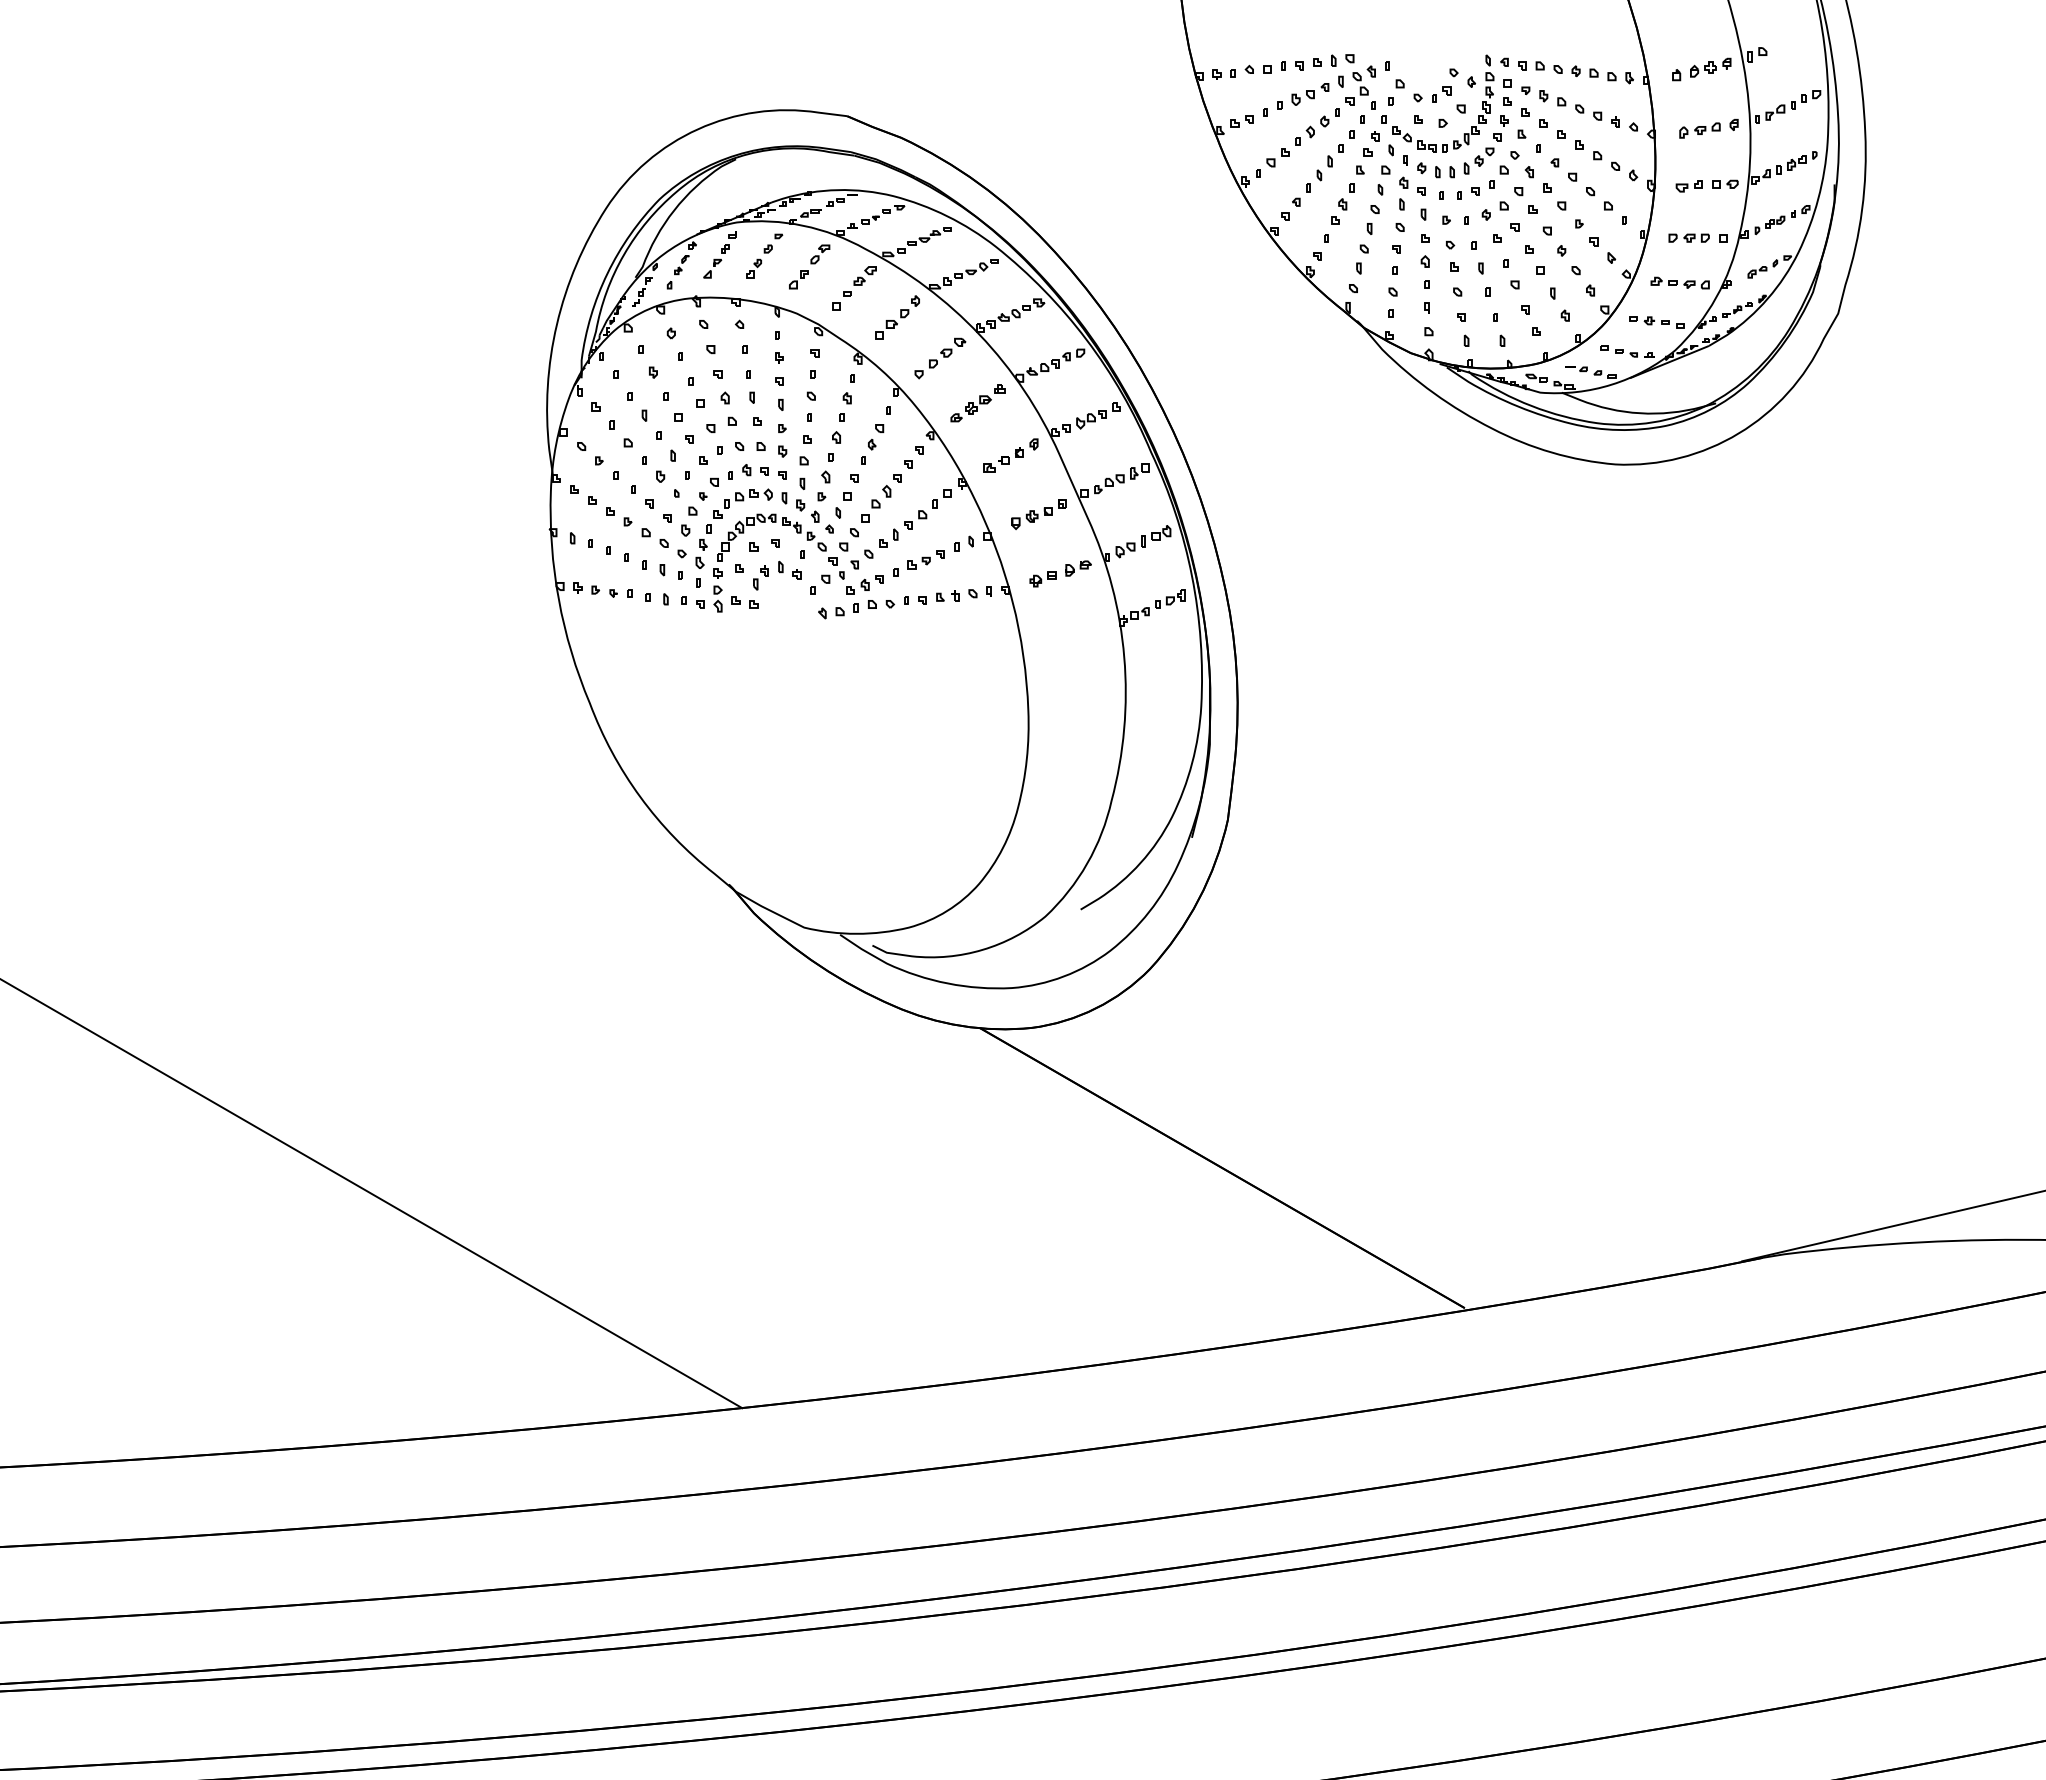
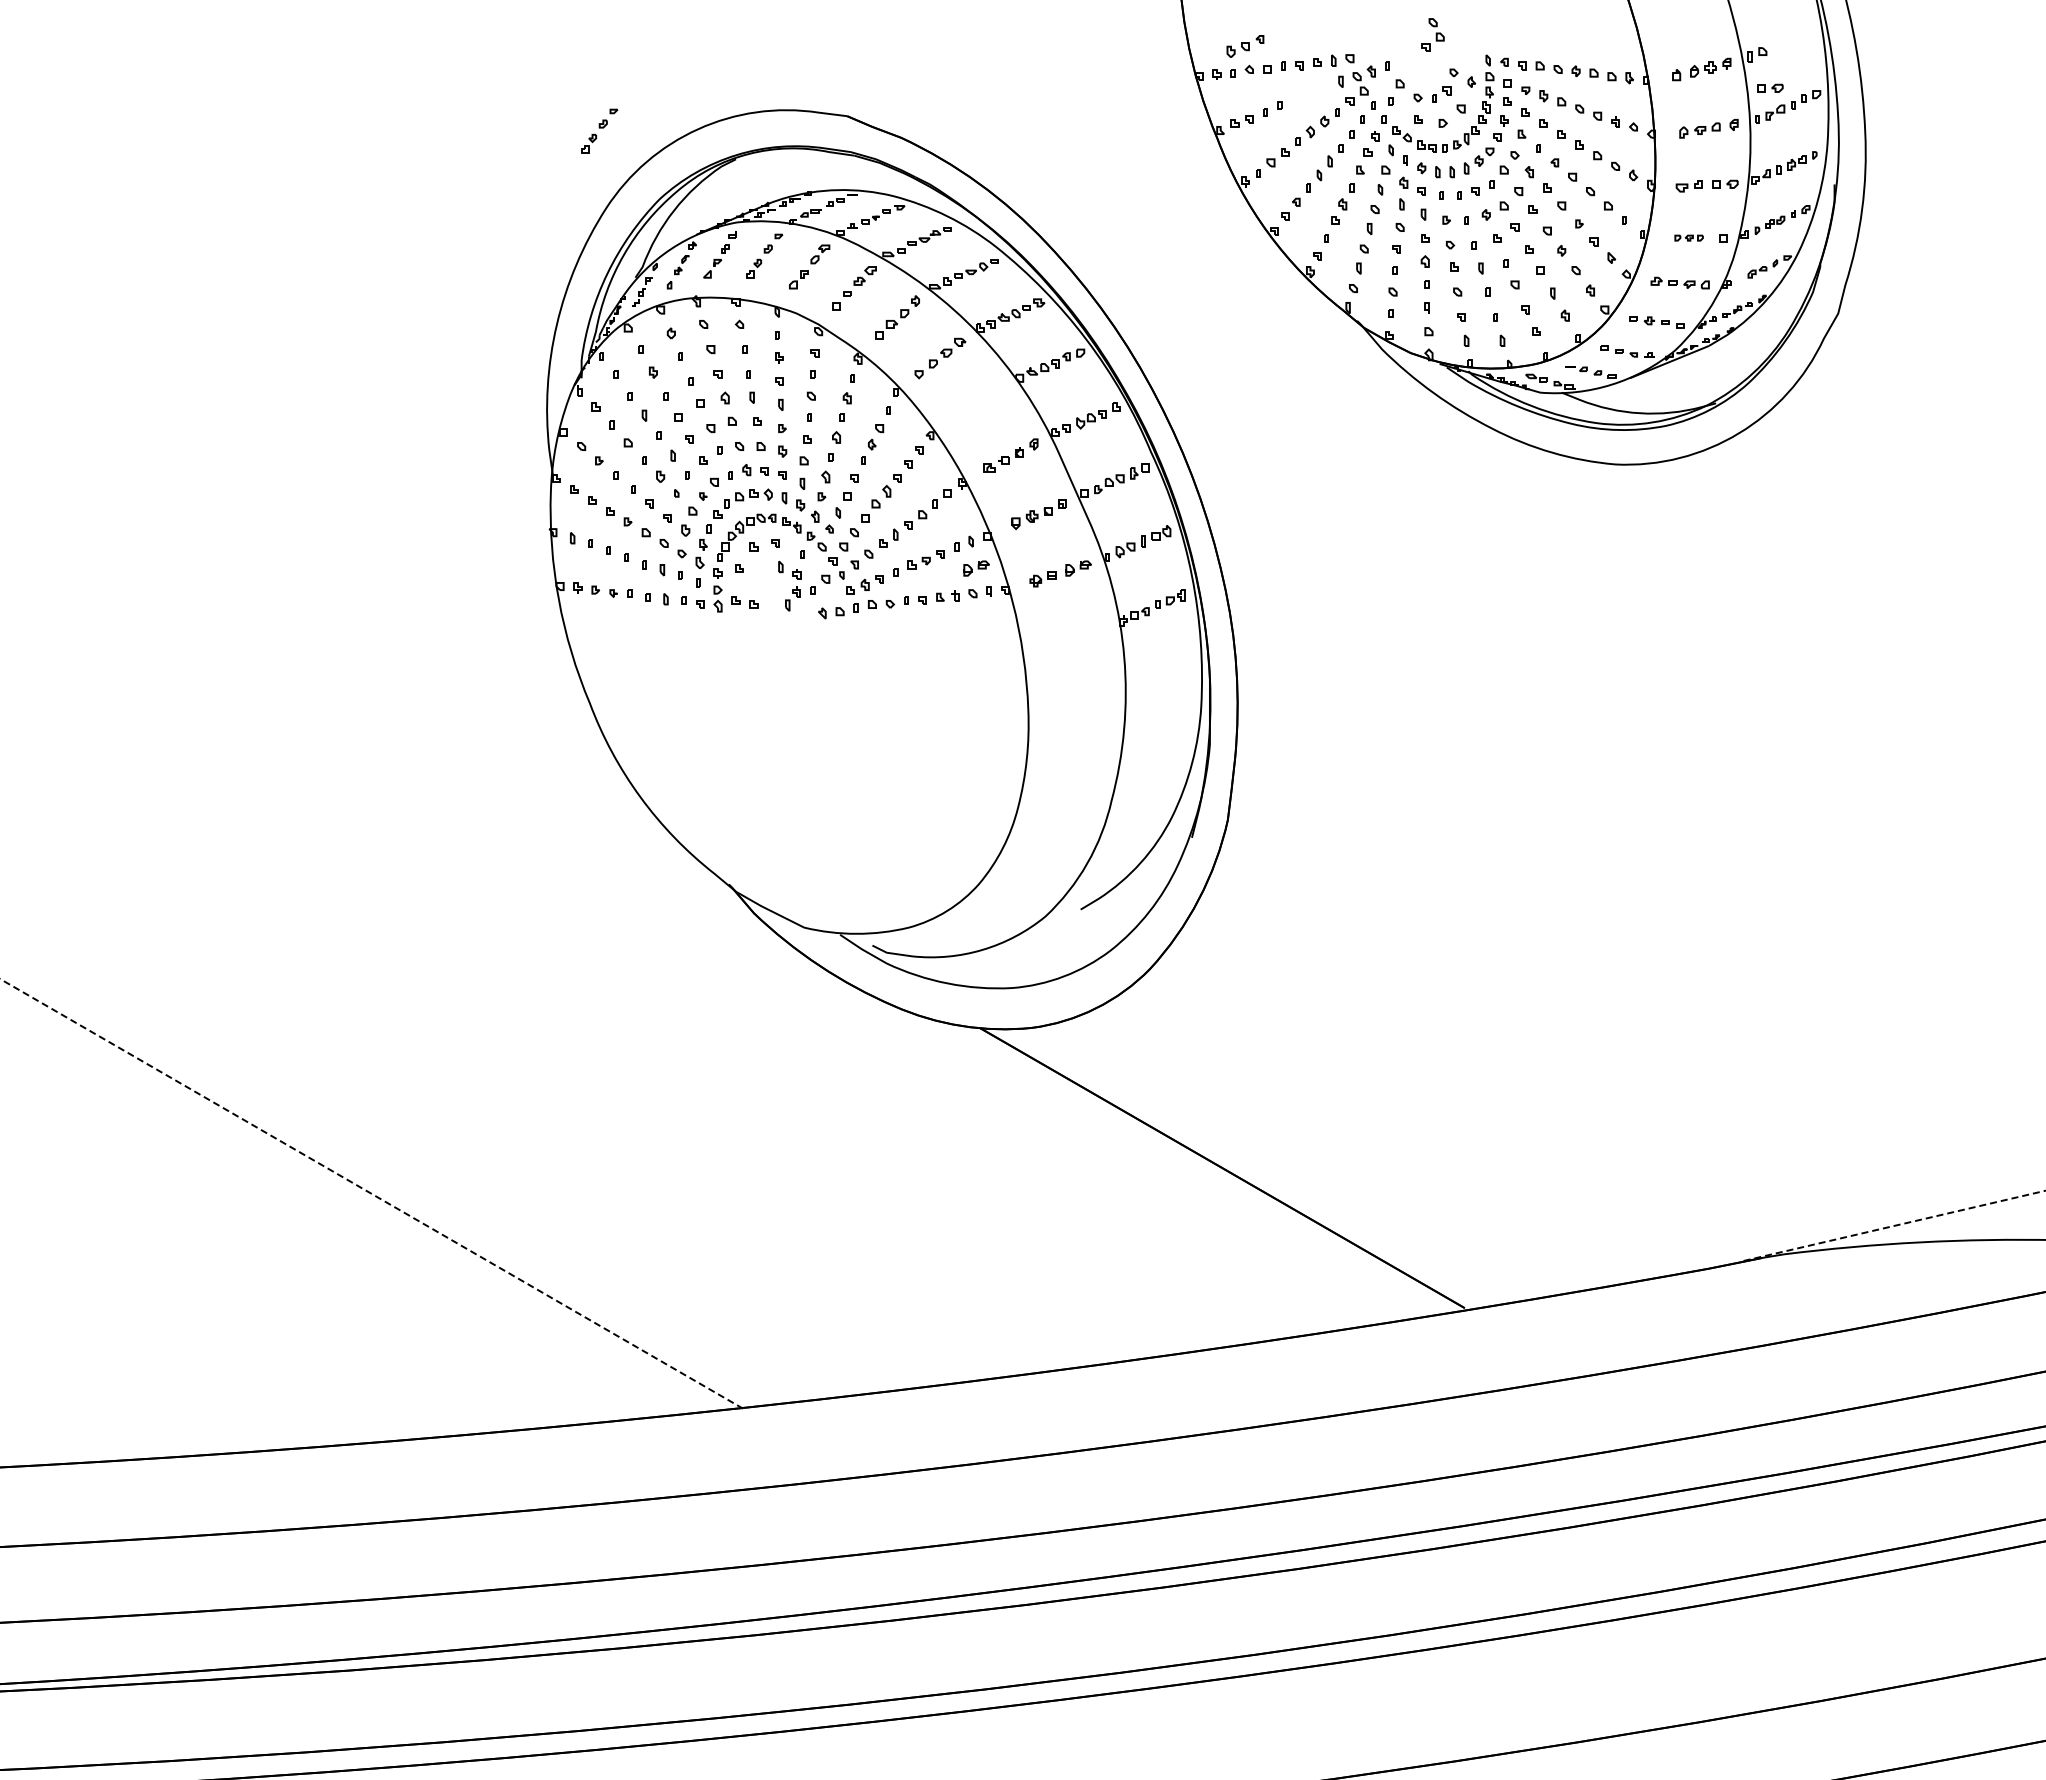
part at (1432, 34): none -> present
part at (1770, 87): none -> present
part at (1310, 94) position: (1310, 94) -> (1245, 46)
part at (599, 130): none -> present
part at (1688, 237) size: 42x10 px -> 30x8 px
part at (977, 403): present -> none
part at (976, 568): none -> present
part at (760, 577) position: (760, 577) -> (792, 598)
line at (371, 1193): solid -> dashed
line at (1893, 1226): solid -> dashed
